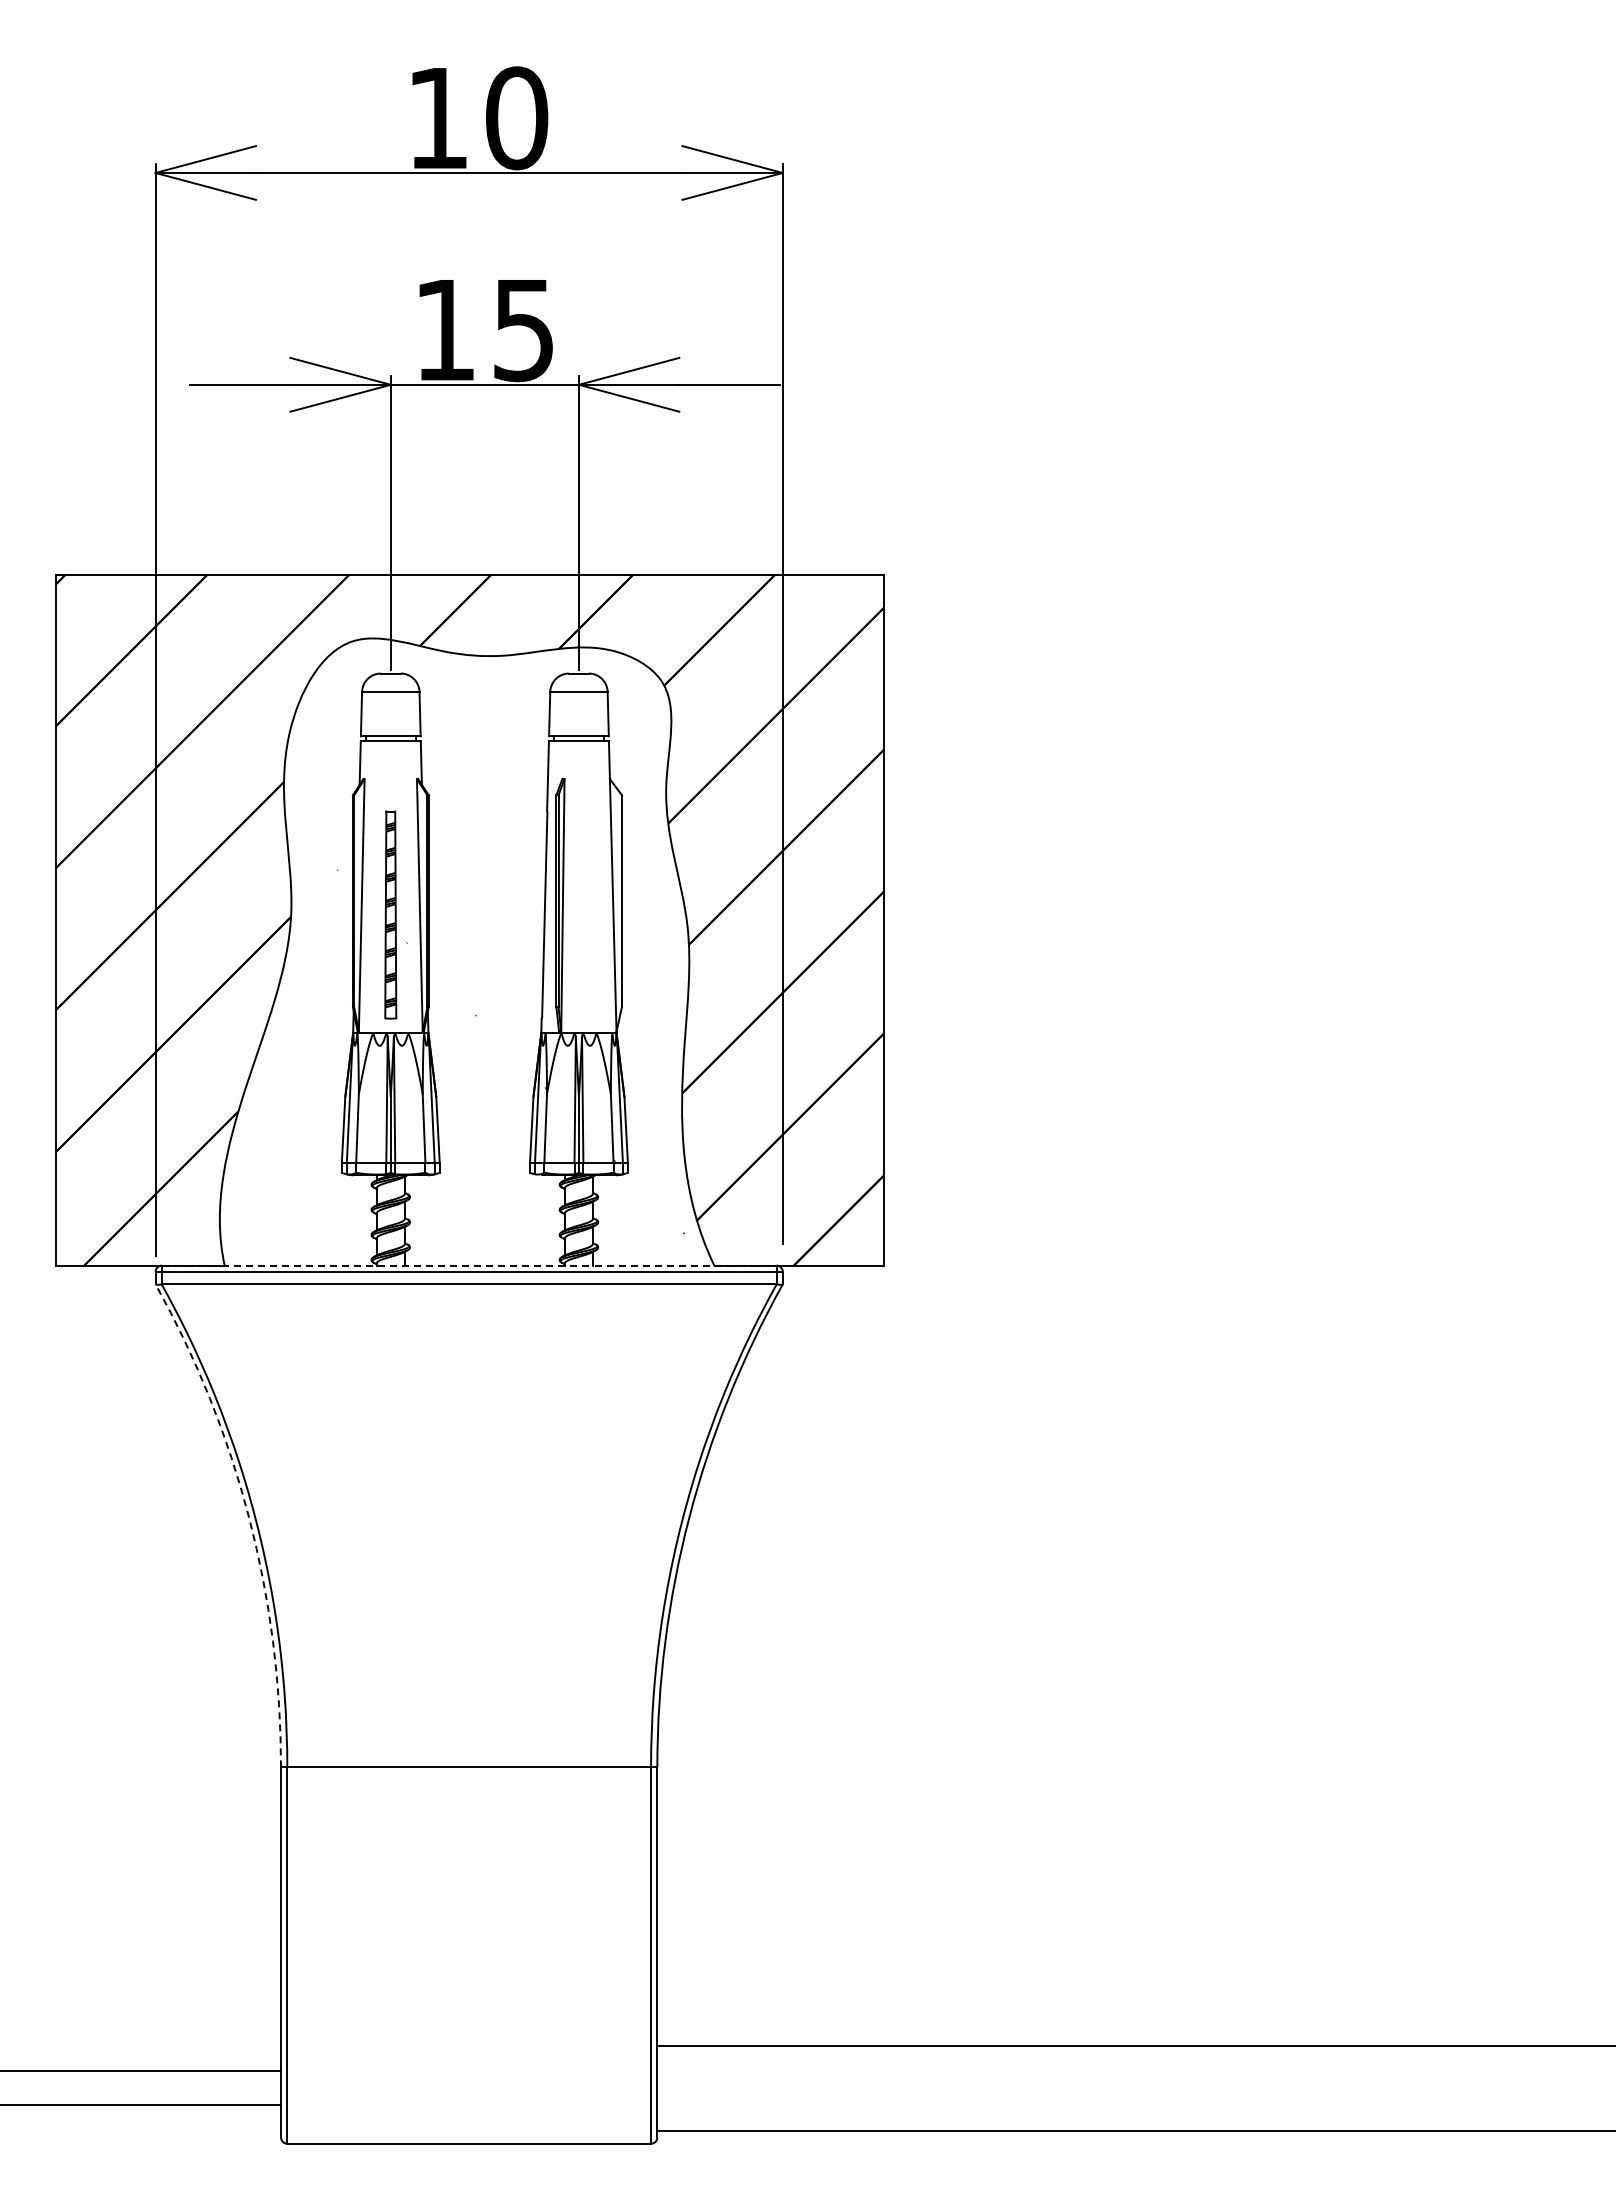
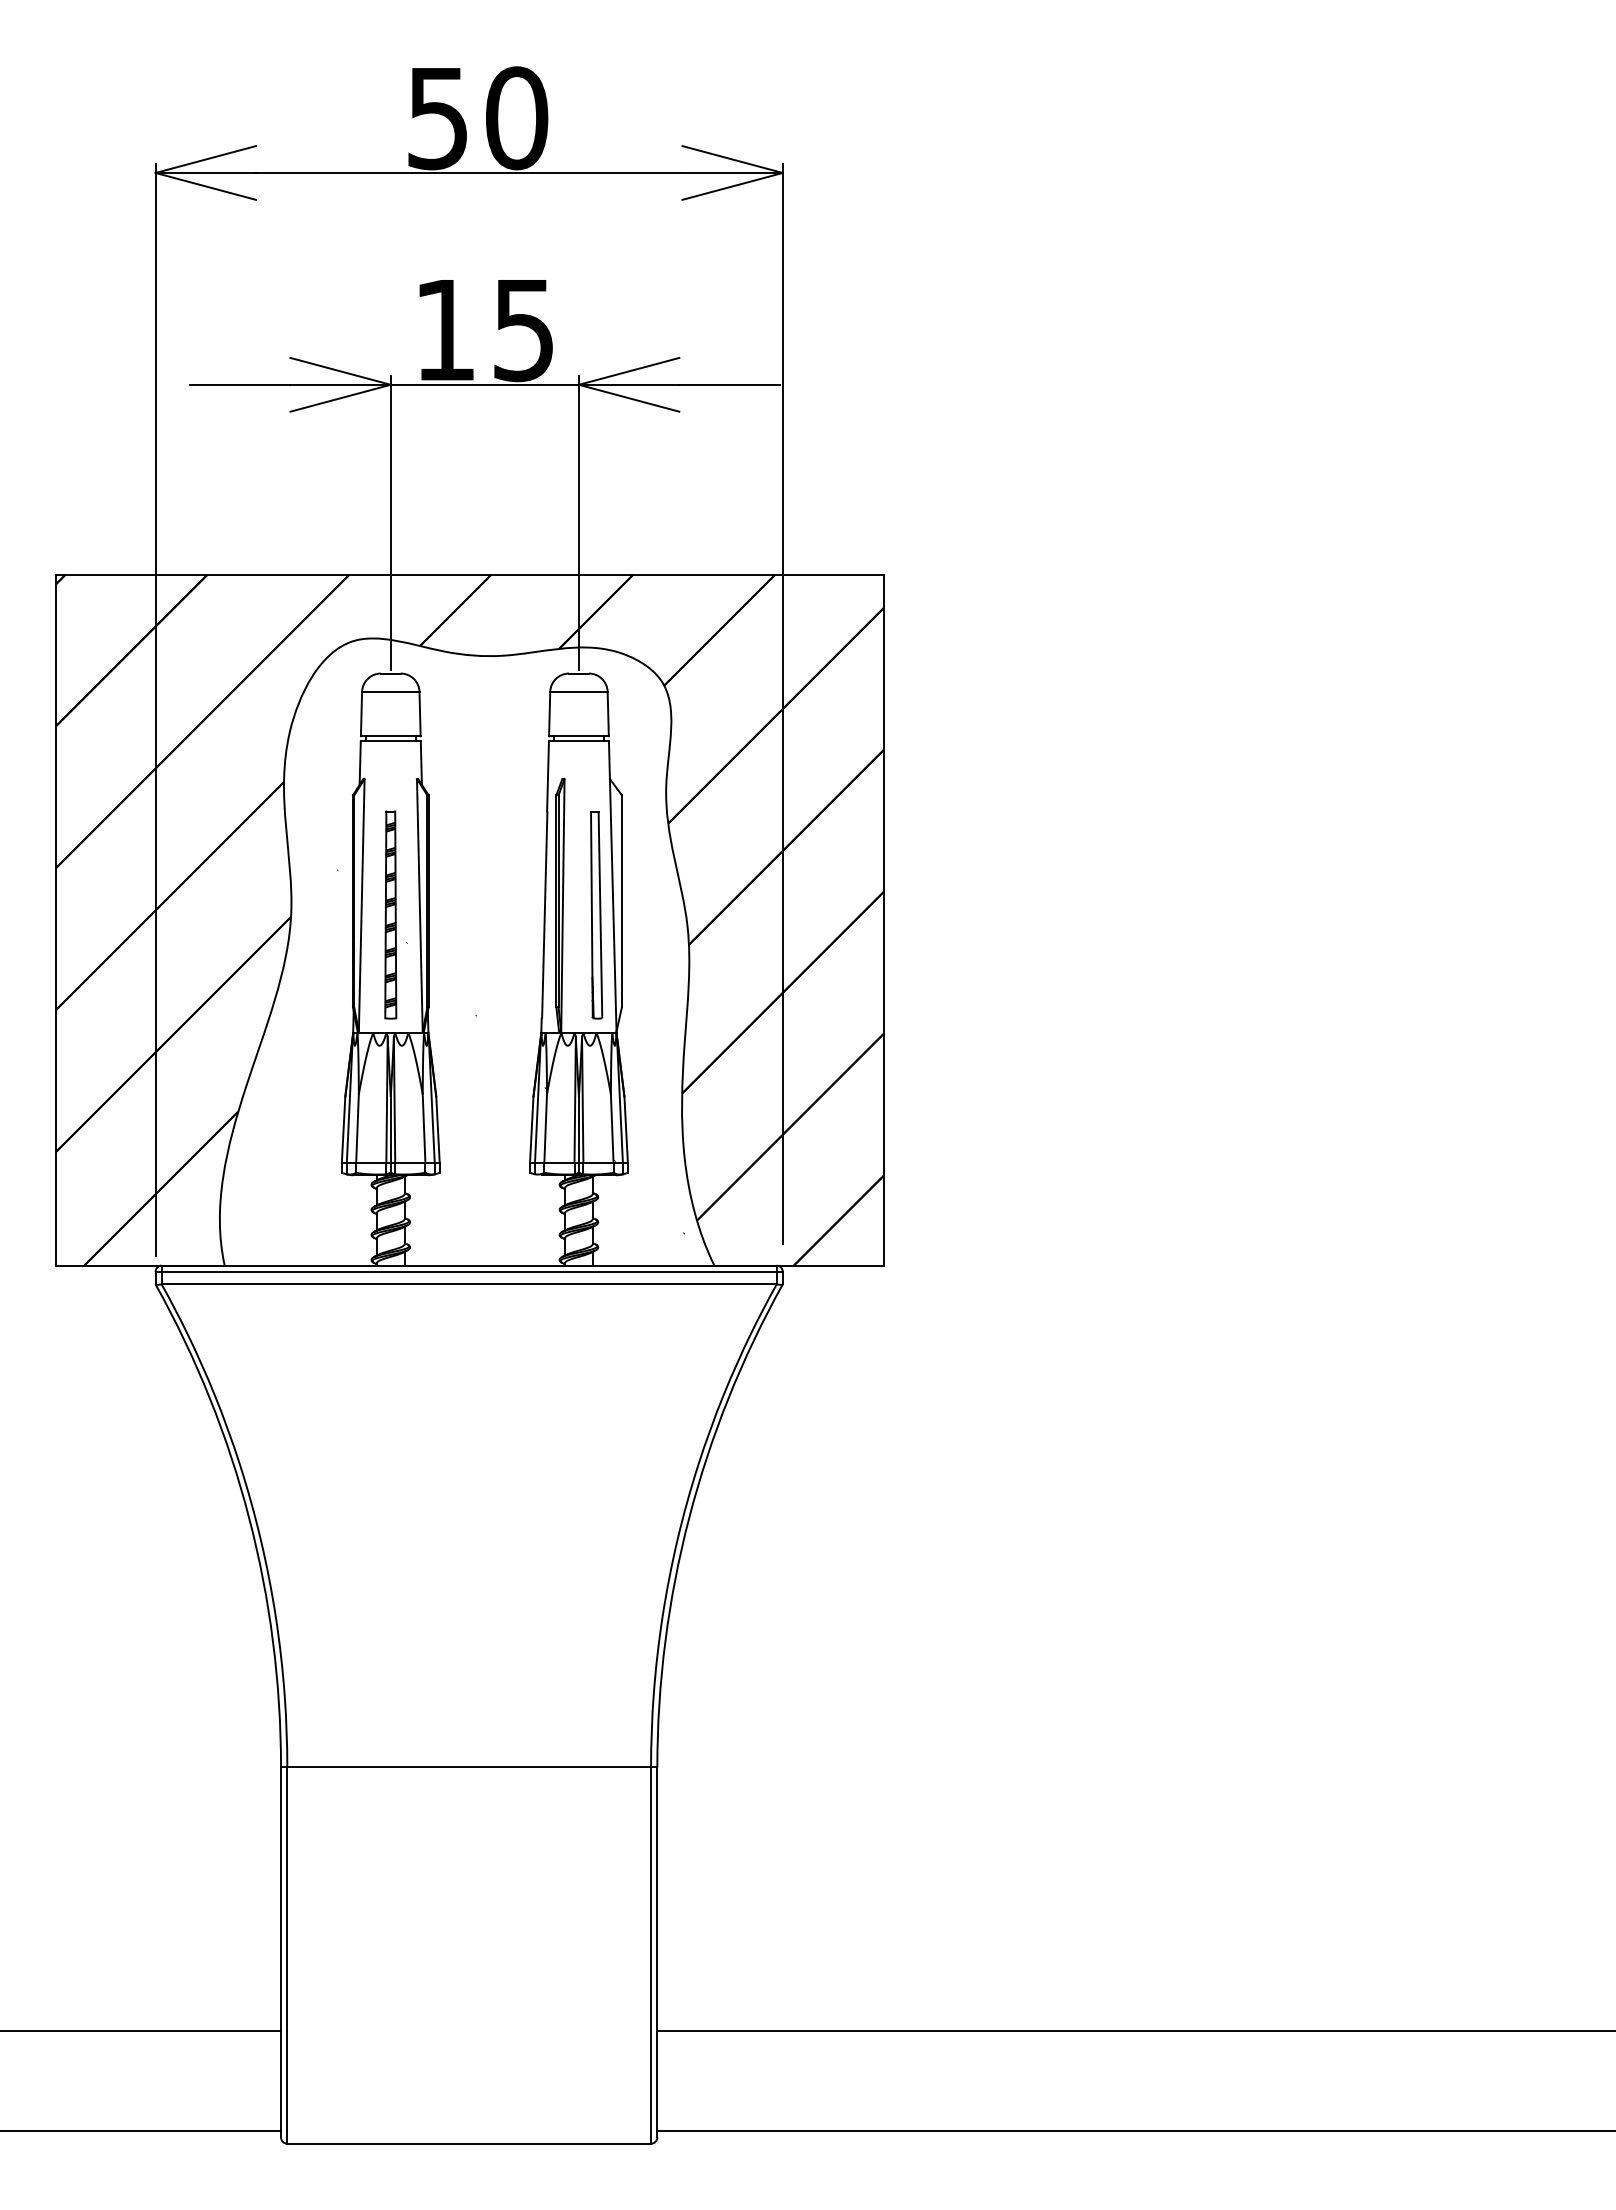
text at (437, 119): 10 -> 50
part at (596, 915): none -> present
line at (469, 1265): dashed -> solid
arc at (249, 1517): dashed -> solid
line at (1134, 2045) position: (1134, 2045) -> (1134, 2030)
line at (141, 2070) position: (141, 2070) -> (141, 2030)
line at (141, 2105) position: (141, 2105) -> (141, 2131)
